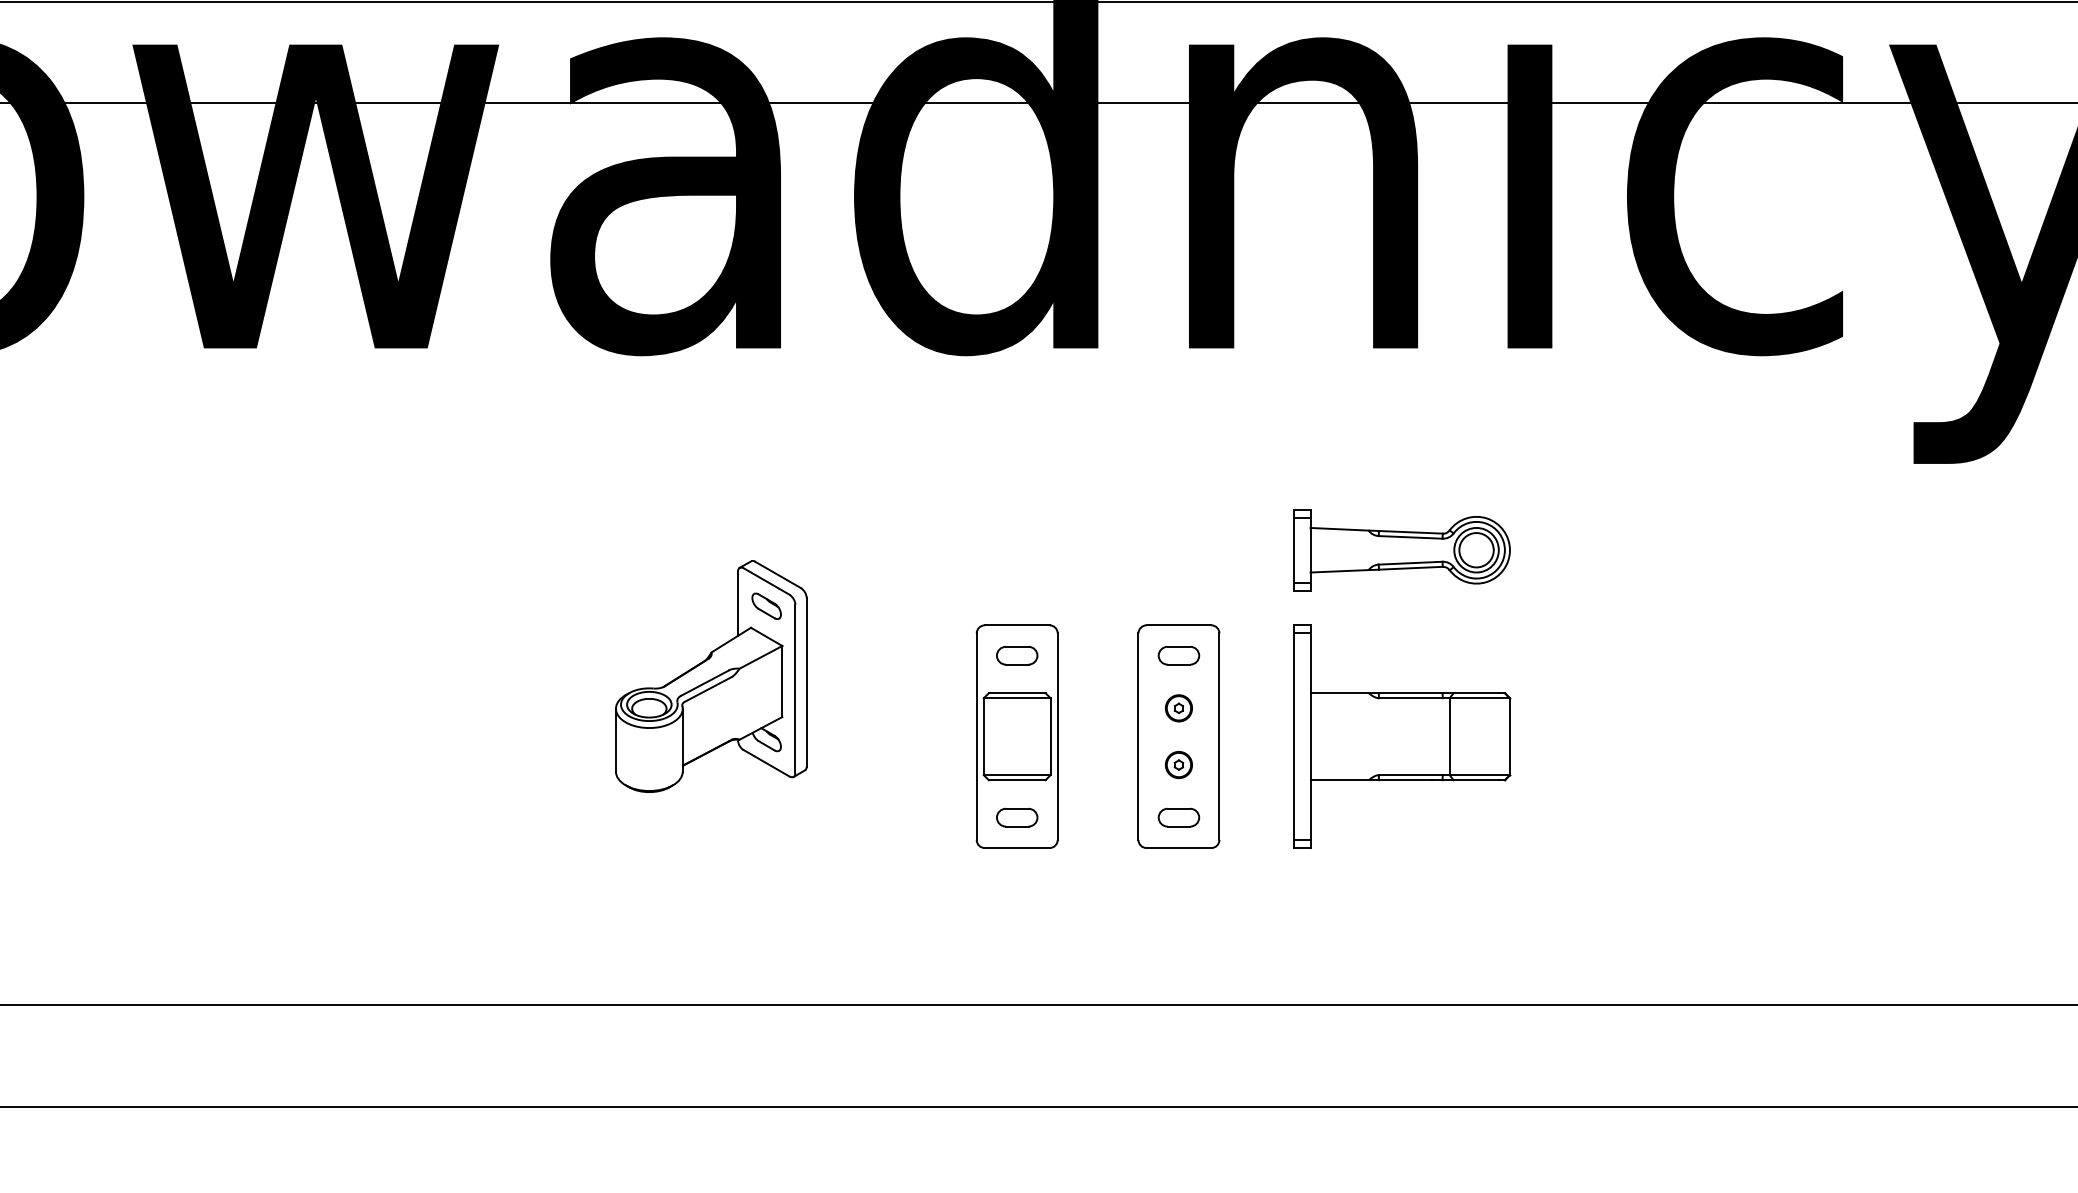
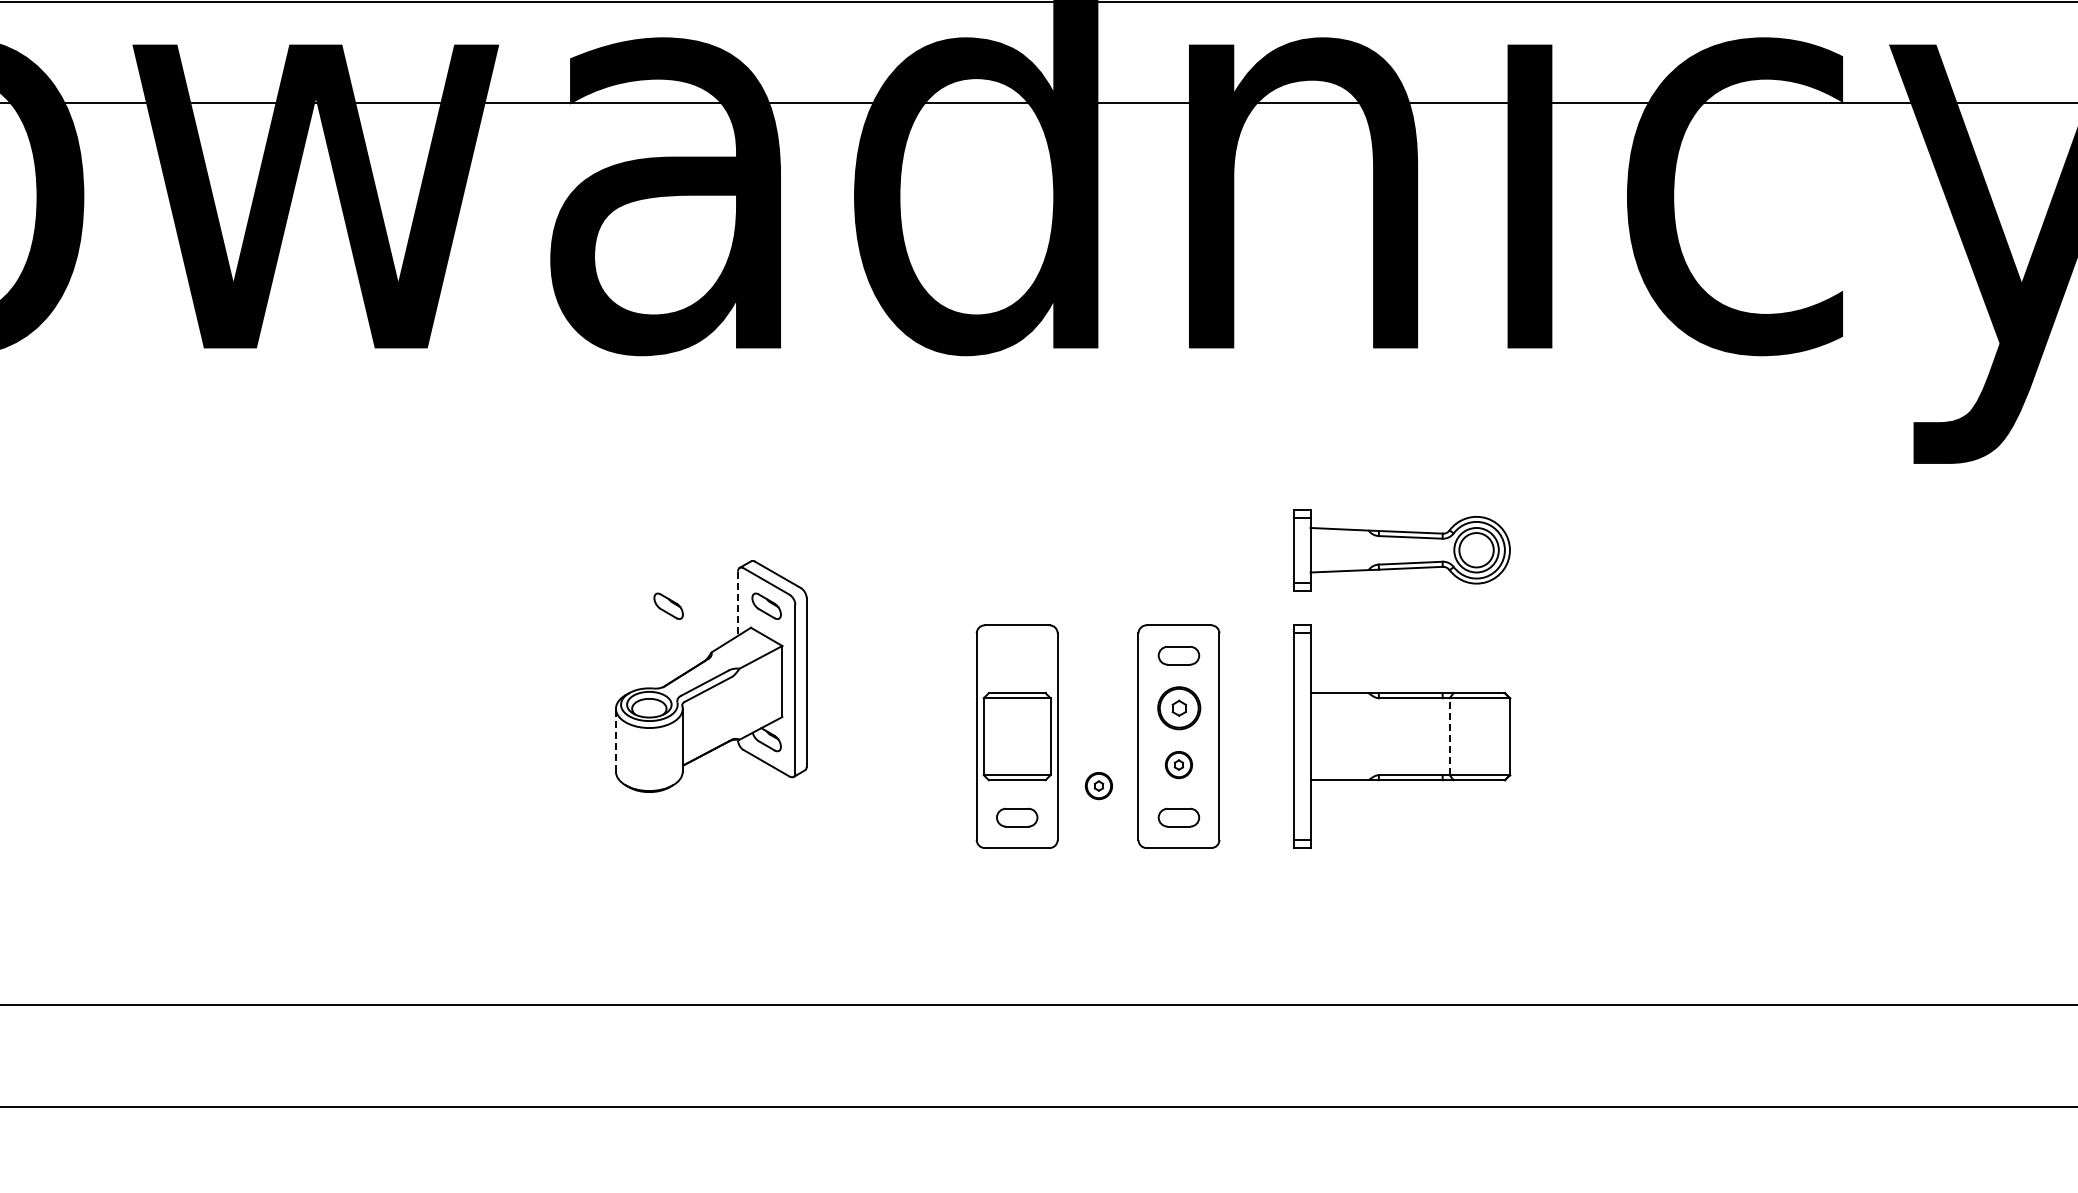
line at (738, 604): solid -> dashed
part at (668, 605): none -> present
part at (1017, 655): present -> none
part at (1178, 708) size: 29x29 px -> 45x45 px
line at (1449, 736): solid -> dashed
line at (615, 739): solid -> dashed
part at (1098, 786): none -> present
